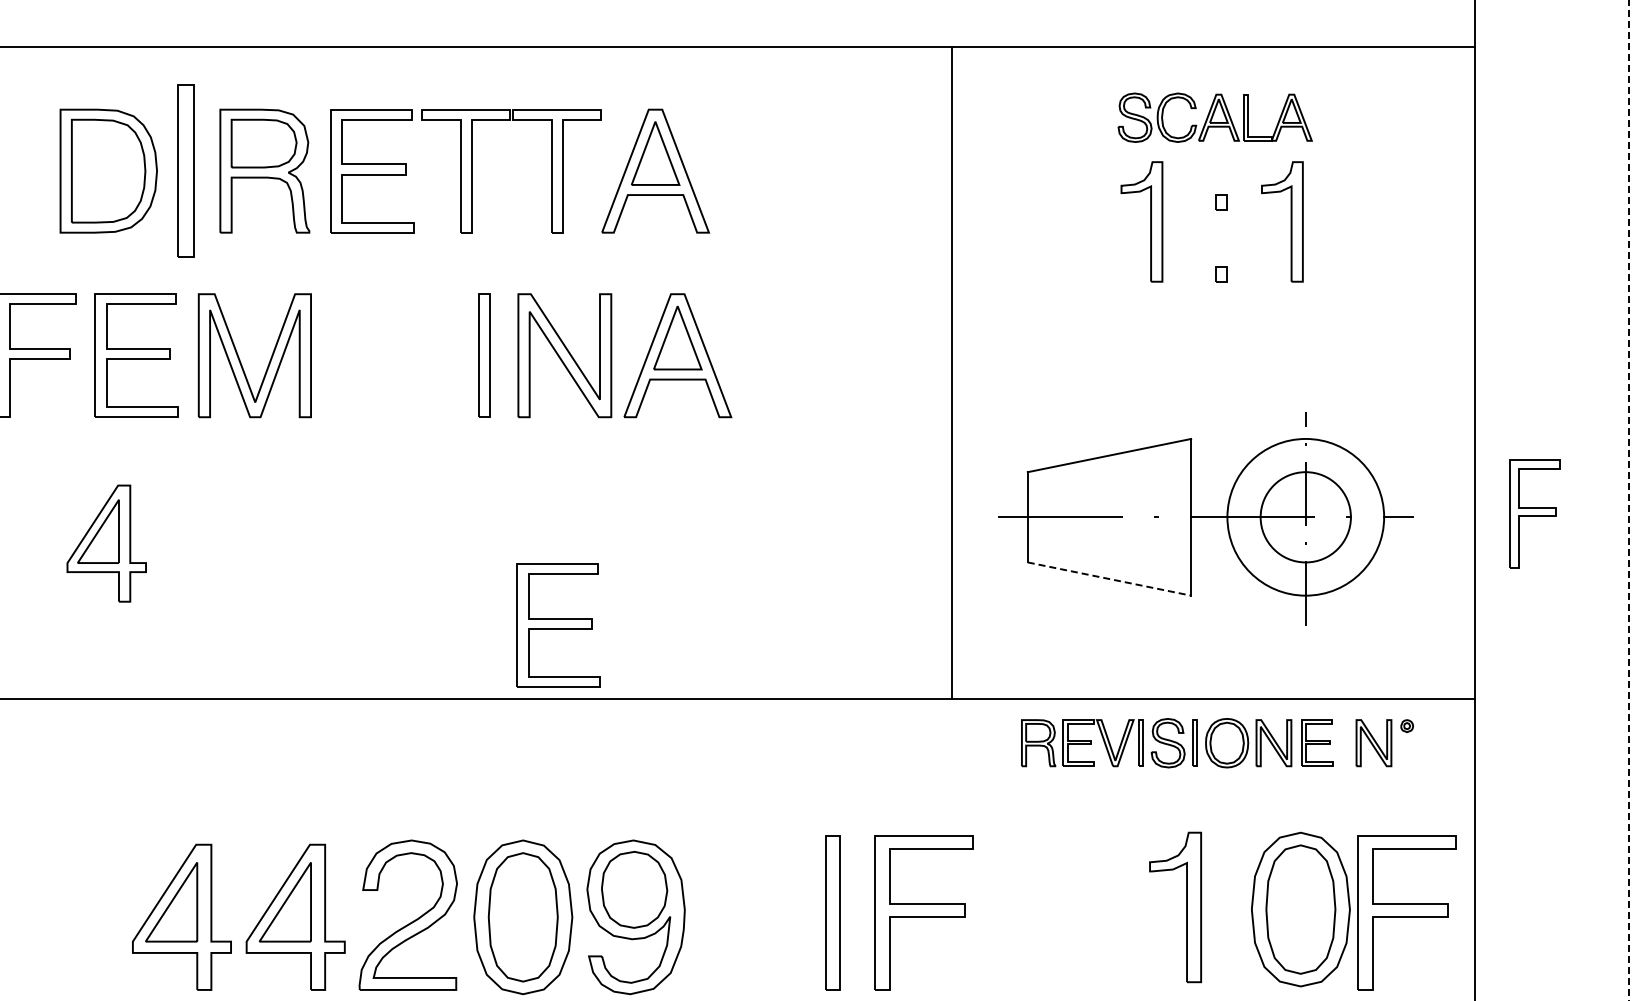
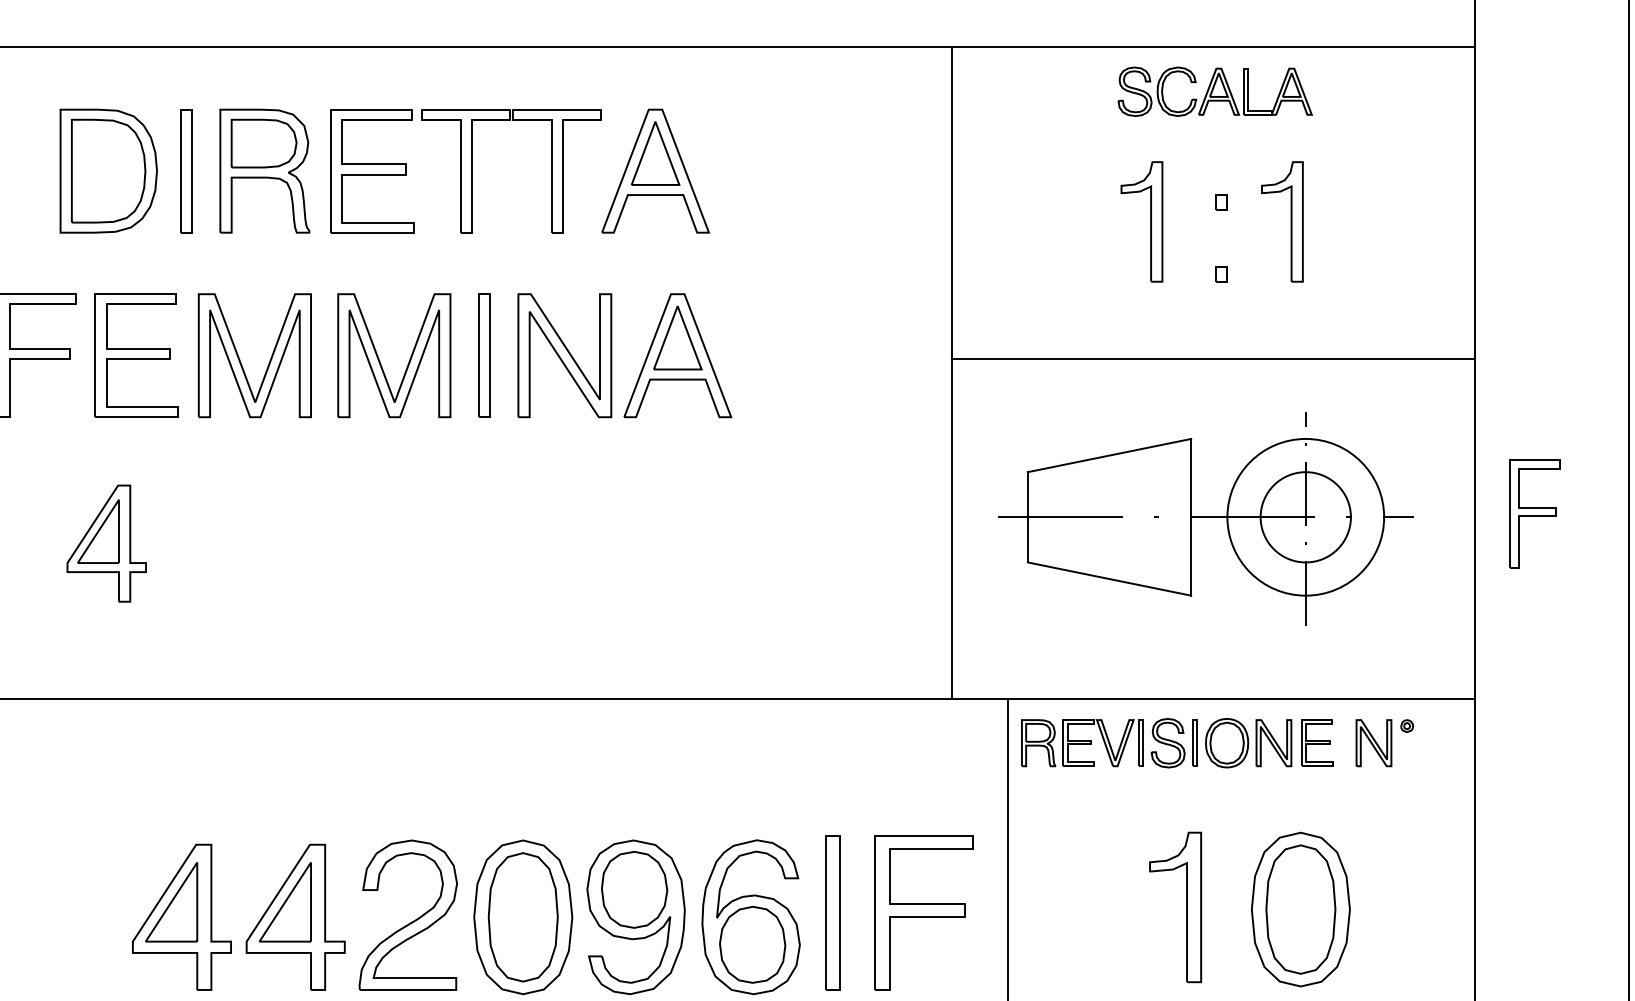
part at (1214, 117) position: (1214, 117) -> (1214, 91)
part at (185, 170) size: 18x174 px -> 13x125 px
line at (1213, 358): none -> present
part at (380, 361): none -> present
line at (1628, 499): dashed -> solid
line at (1109, 579): dashed -> solid
part at (558, 625): present -> none
line at (1007, 848): none -> present
part at (1406, 912): present -> none
part at (750, 917): none -> present
